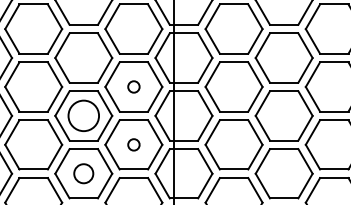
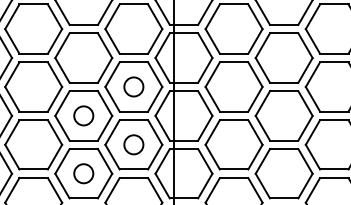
circle at (133, 86) size: 14x14 px -> 22x22 px
circle at (83, 115) diameter: 31 px -> 19 px
circle at (133, 144) size: 14x14 px -> 22x22 px
